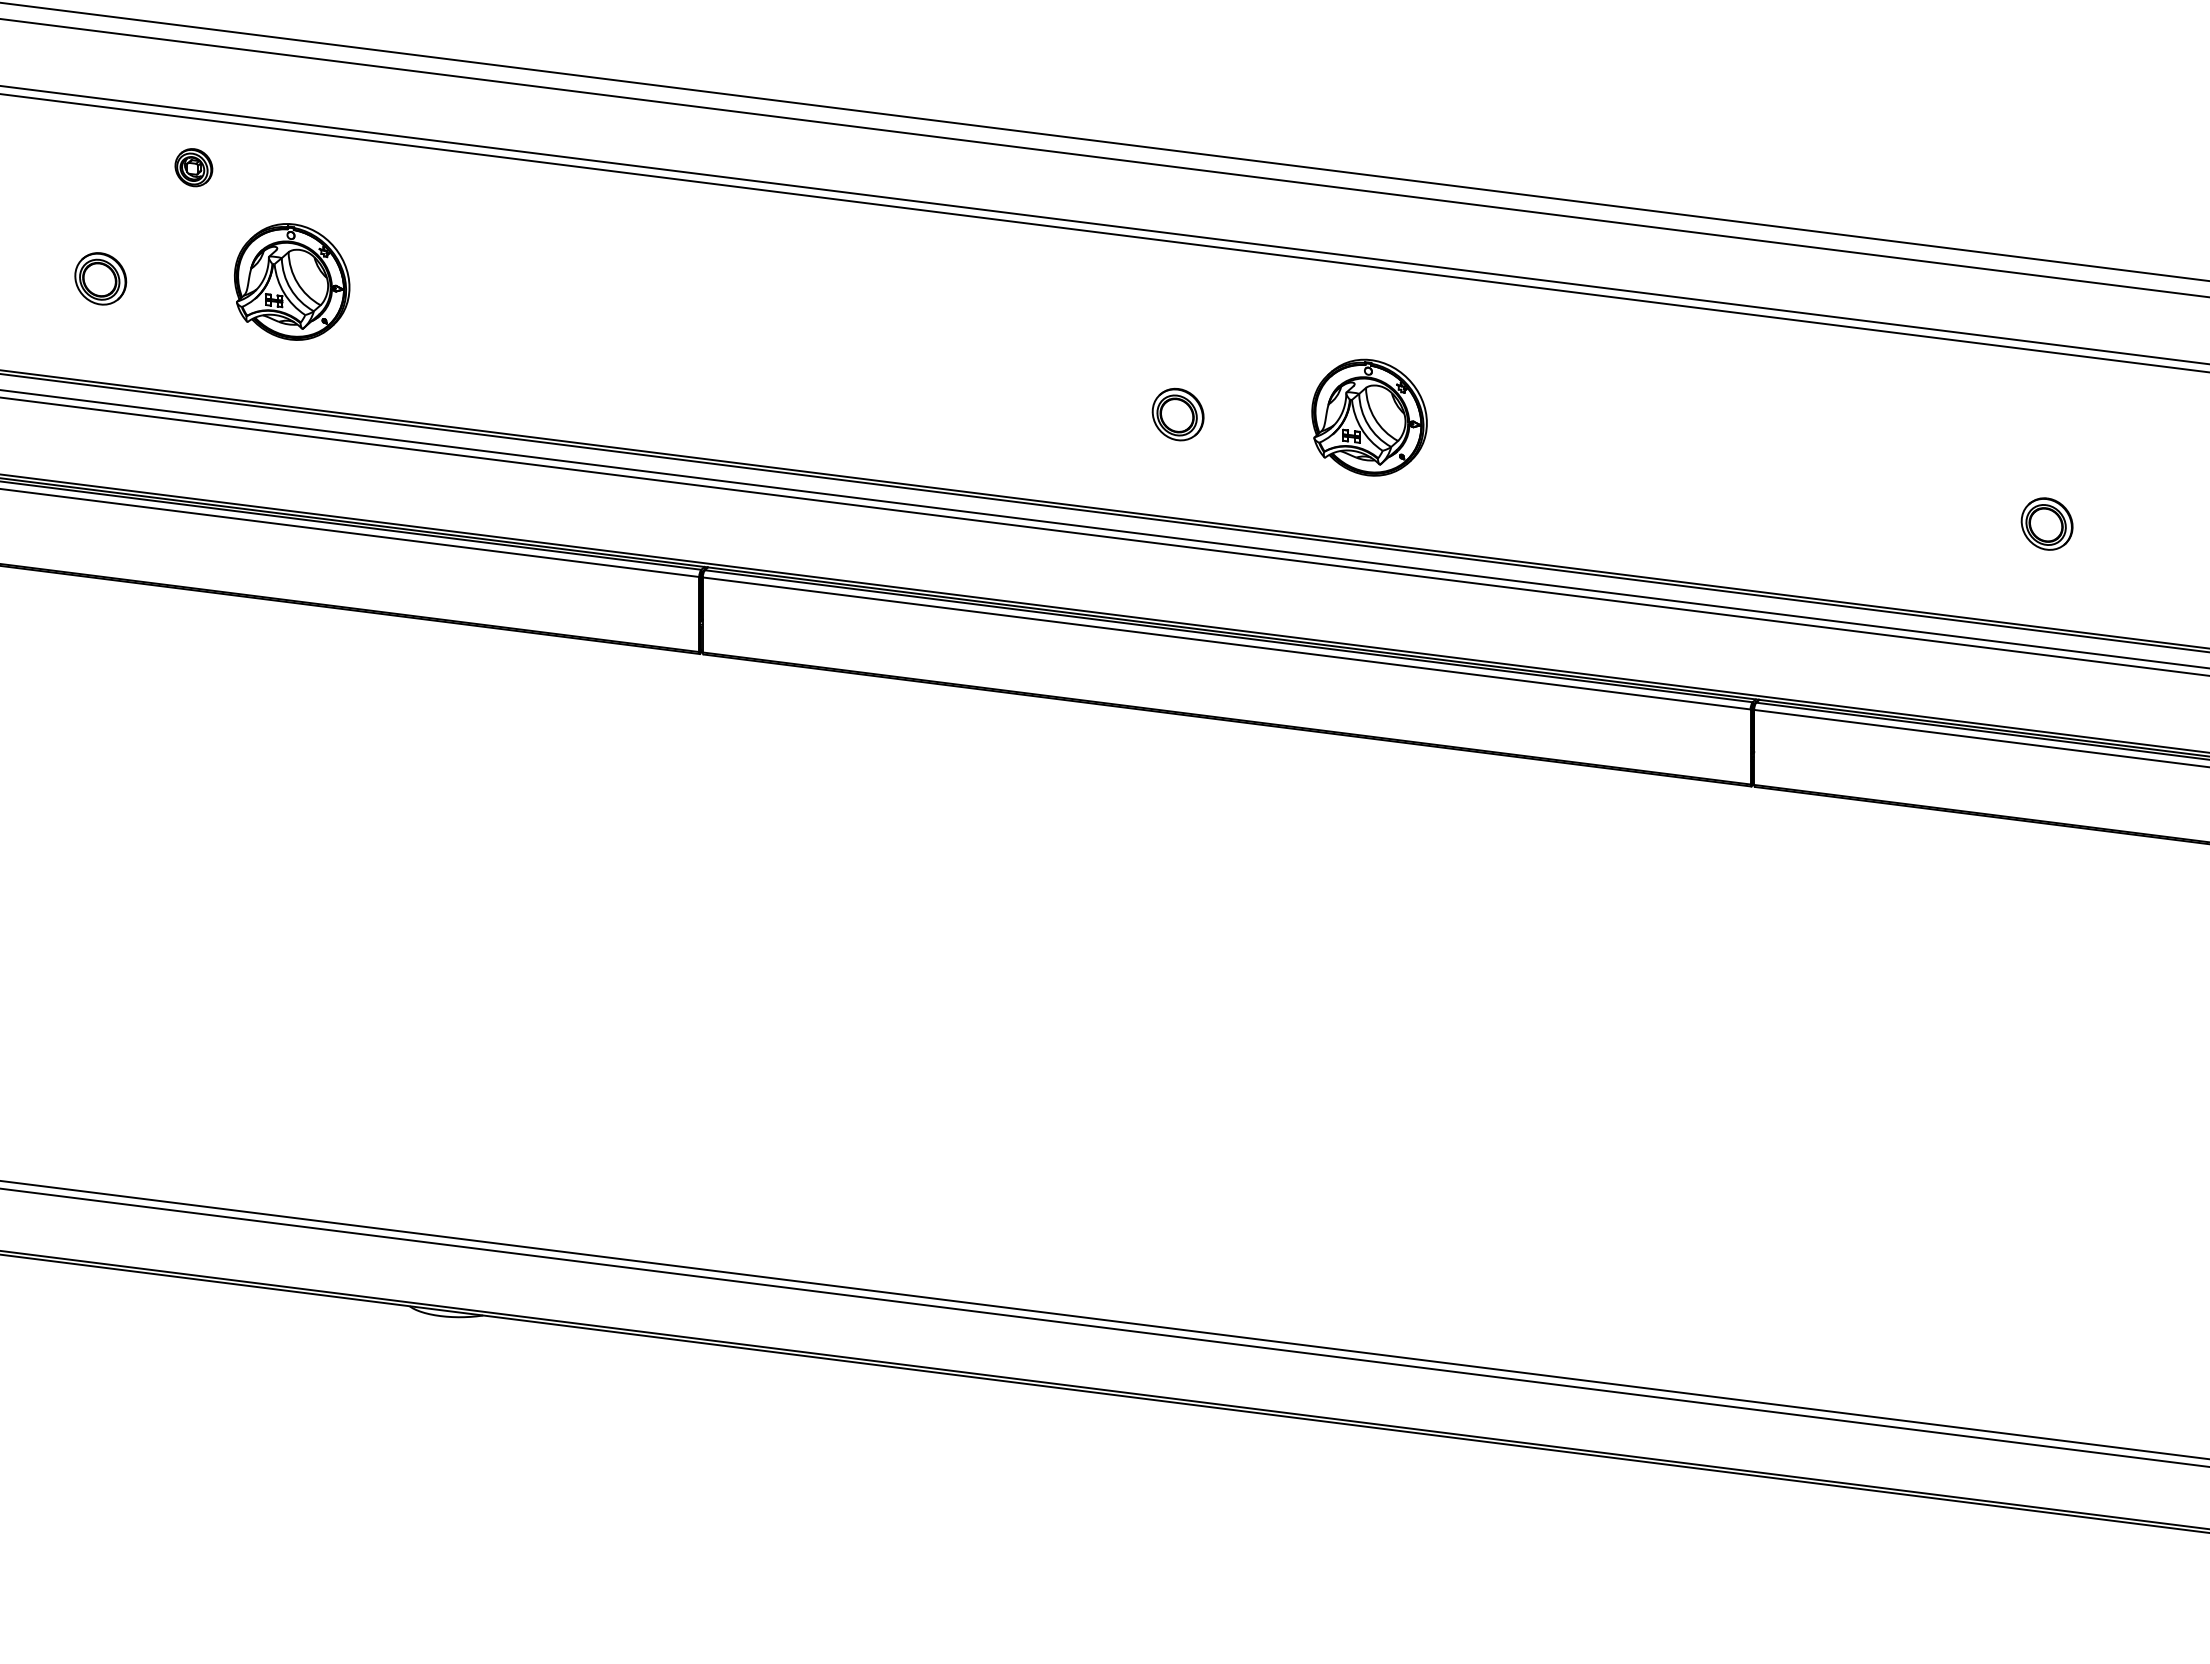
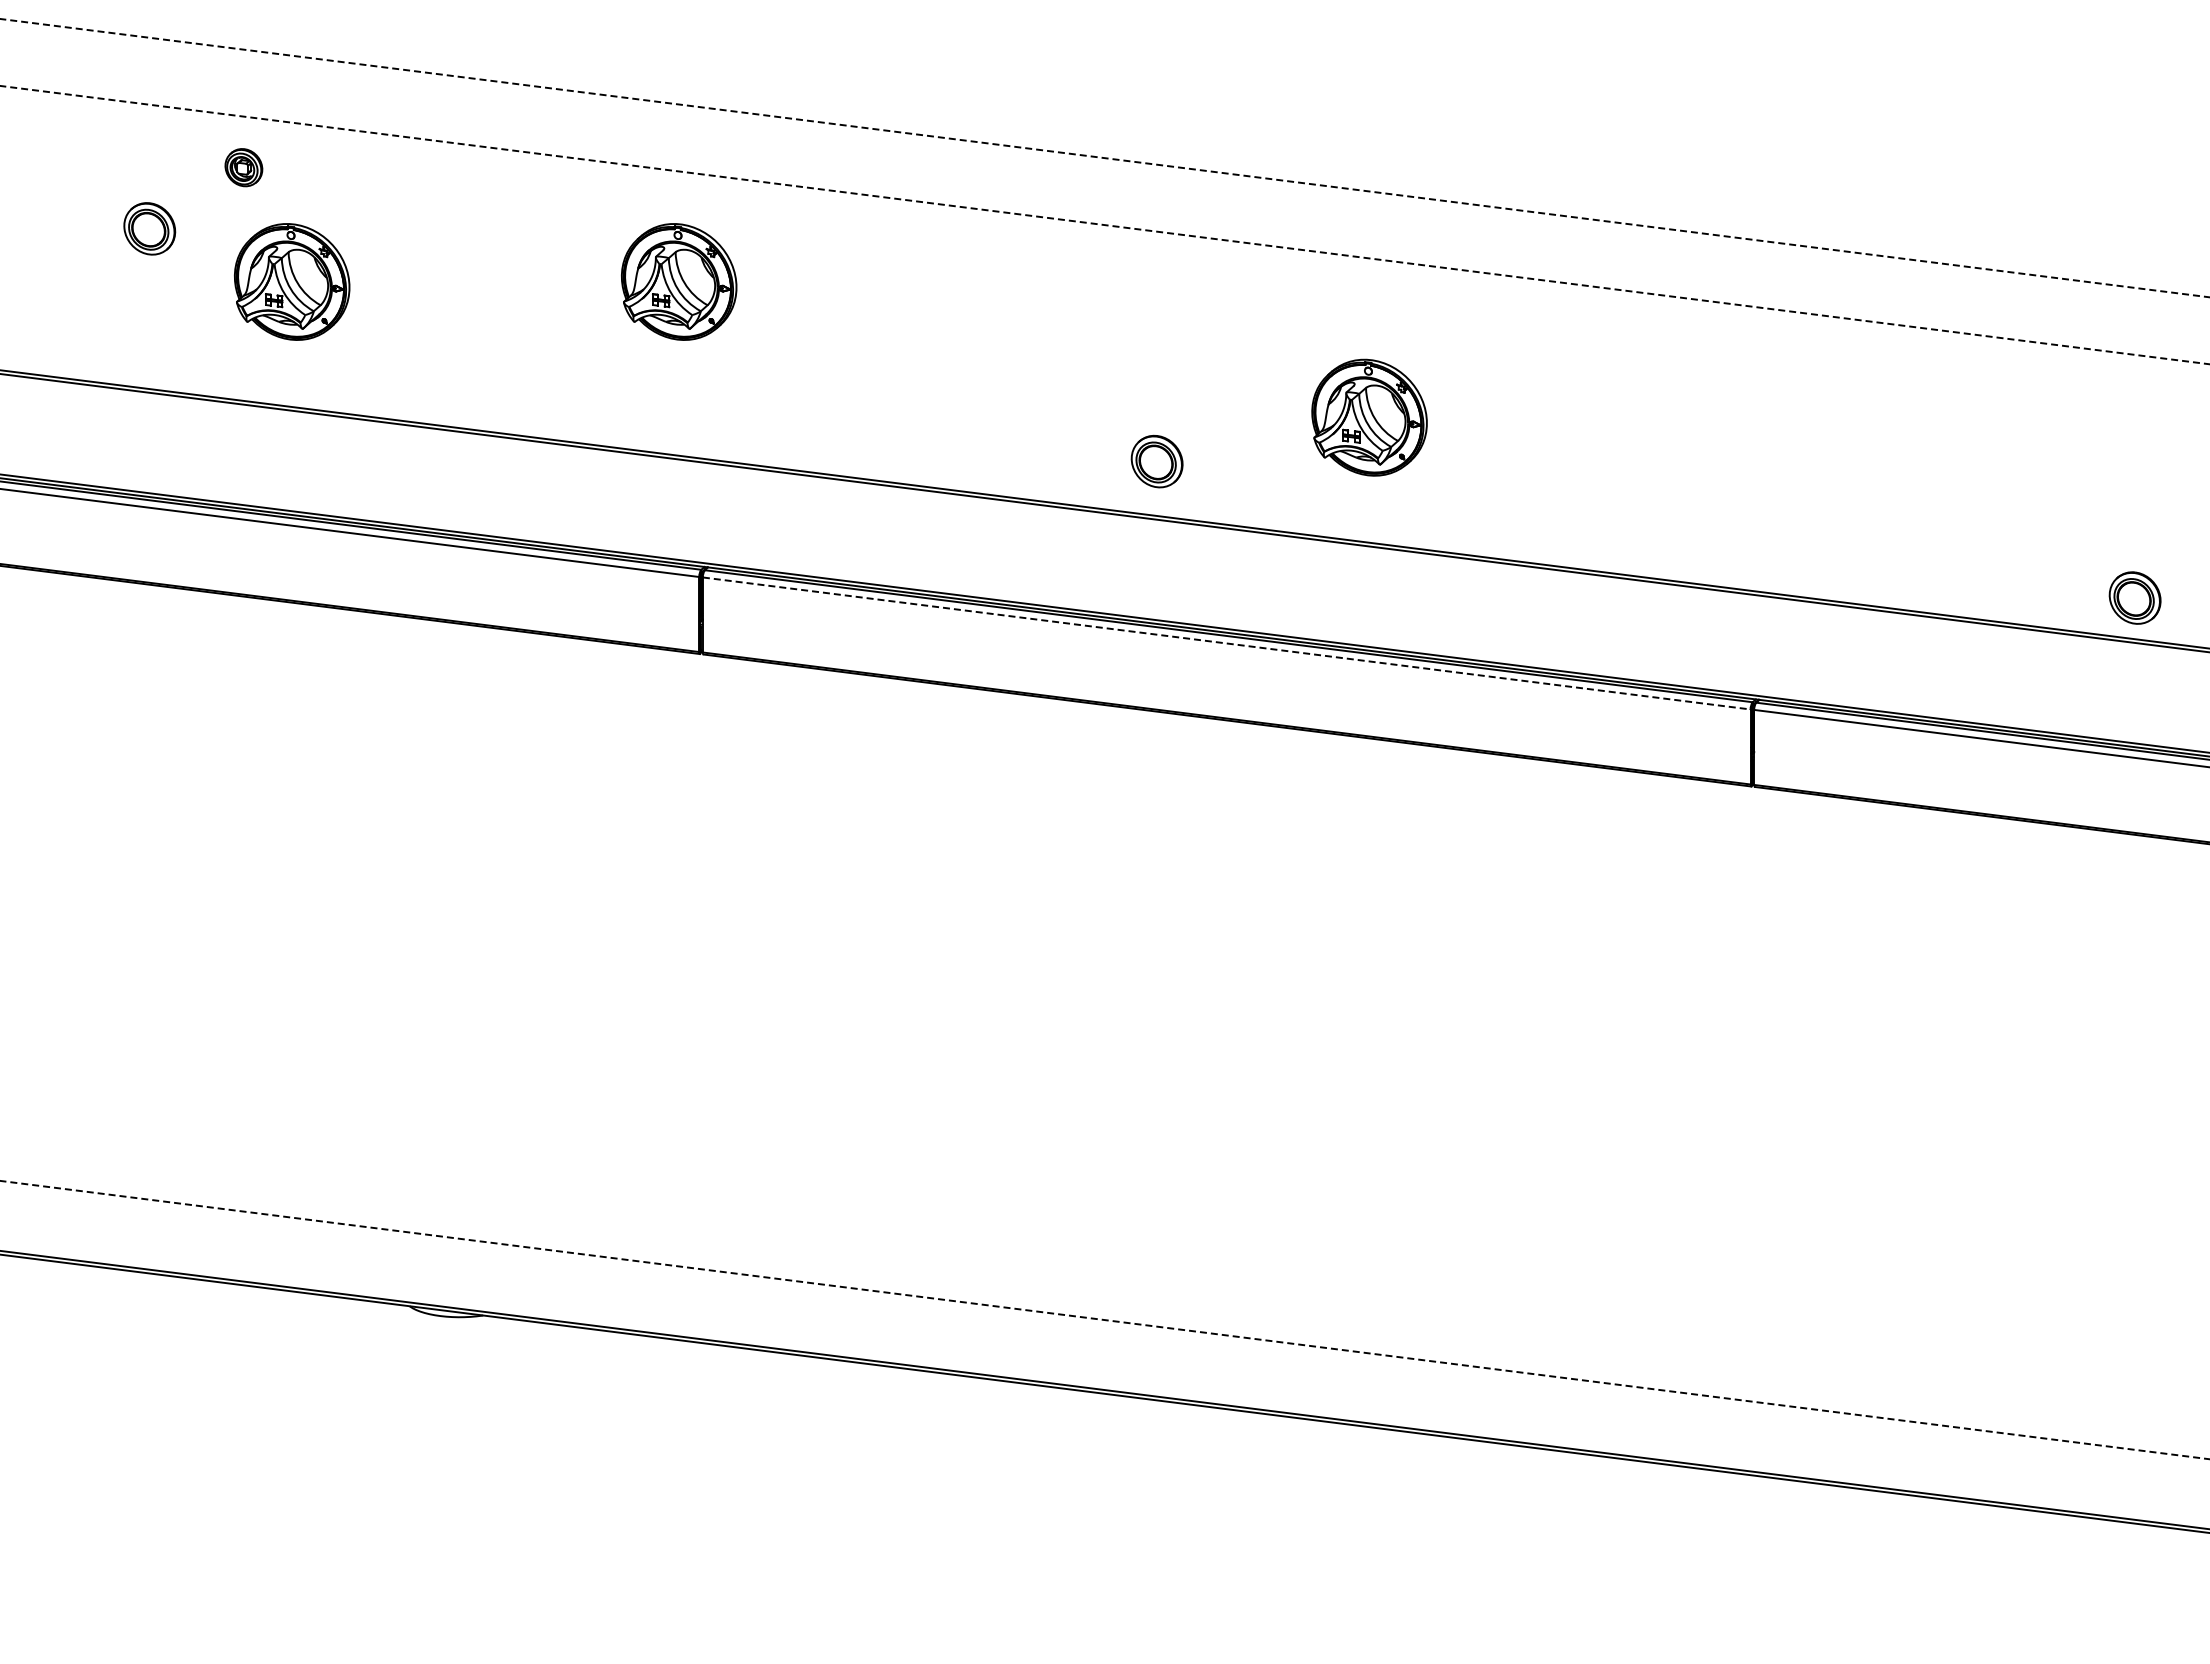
line at (1104, 141): present -> none
line at (1105, 158): solid -> dashed
part at (193, 167) position: (193, 167) -> (243, 167)
line at (1105, 225): solid -> dashed
line at (1104, 233): present -> none
part at (100, 278) position: (100, 278) -> (149, 228)
part at (679, 281): none -> present
part at (1177, 414) position: (1177, 414) -> (1156, 461)
part at (2046, 523) position: (2046, 523) -> (2134, 597)
line at (1104, 529): present -> none
line at (1104, 536): present -> none
line at (1227, 643): solid -> dashed
line at (1105, 1320): solid -> dashed
line at (1104, 1327): present -> none
